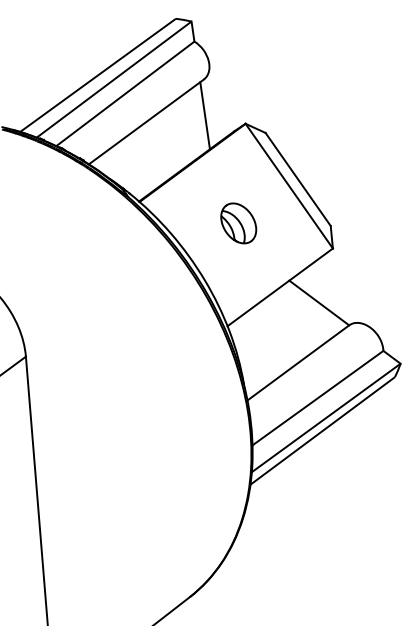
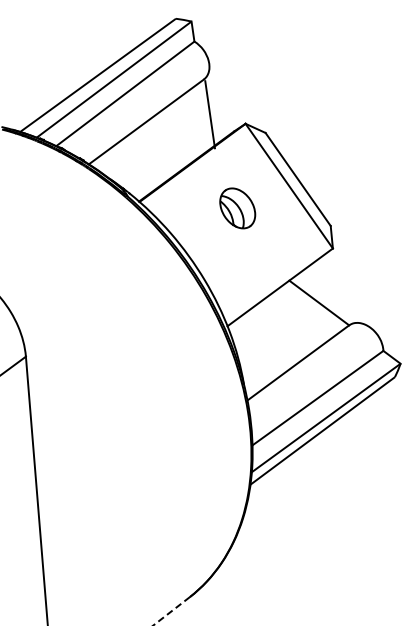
line at (204, 115) position: (204, 115) -> (209, 114)
part at (238, 223) position: (238, 223) -> (237, 208)
line at (171, 611): solid -> dashed
